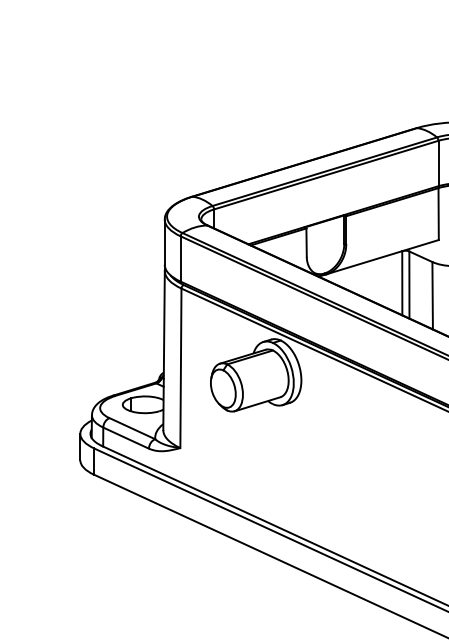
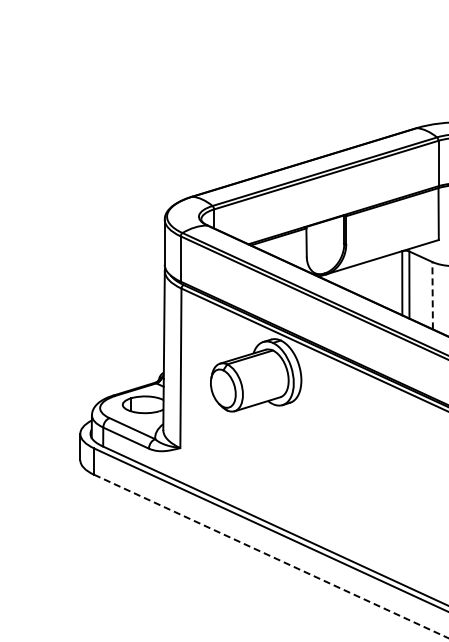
line at (432, 295): solid -> dashed
line at (271, 556): solid -> dashed
